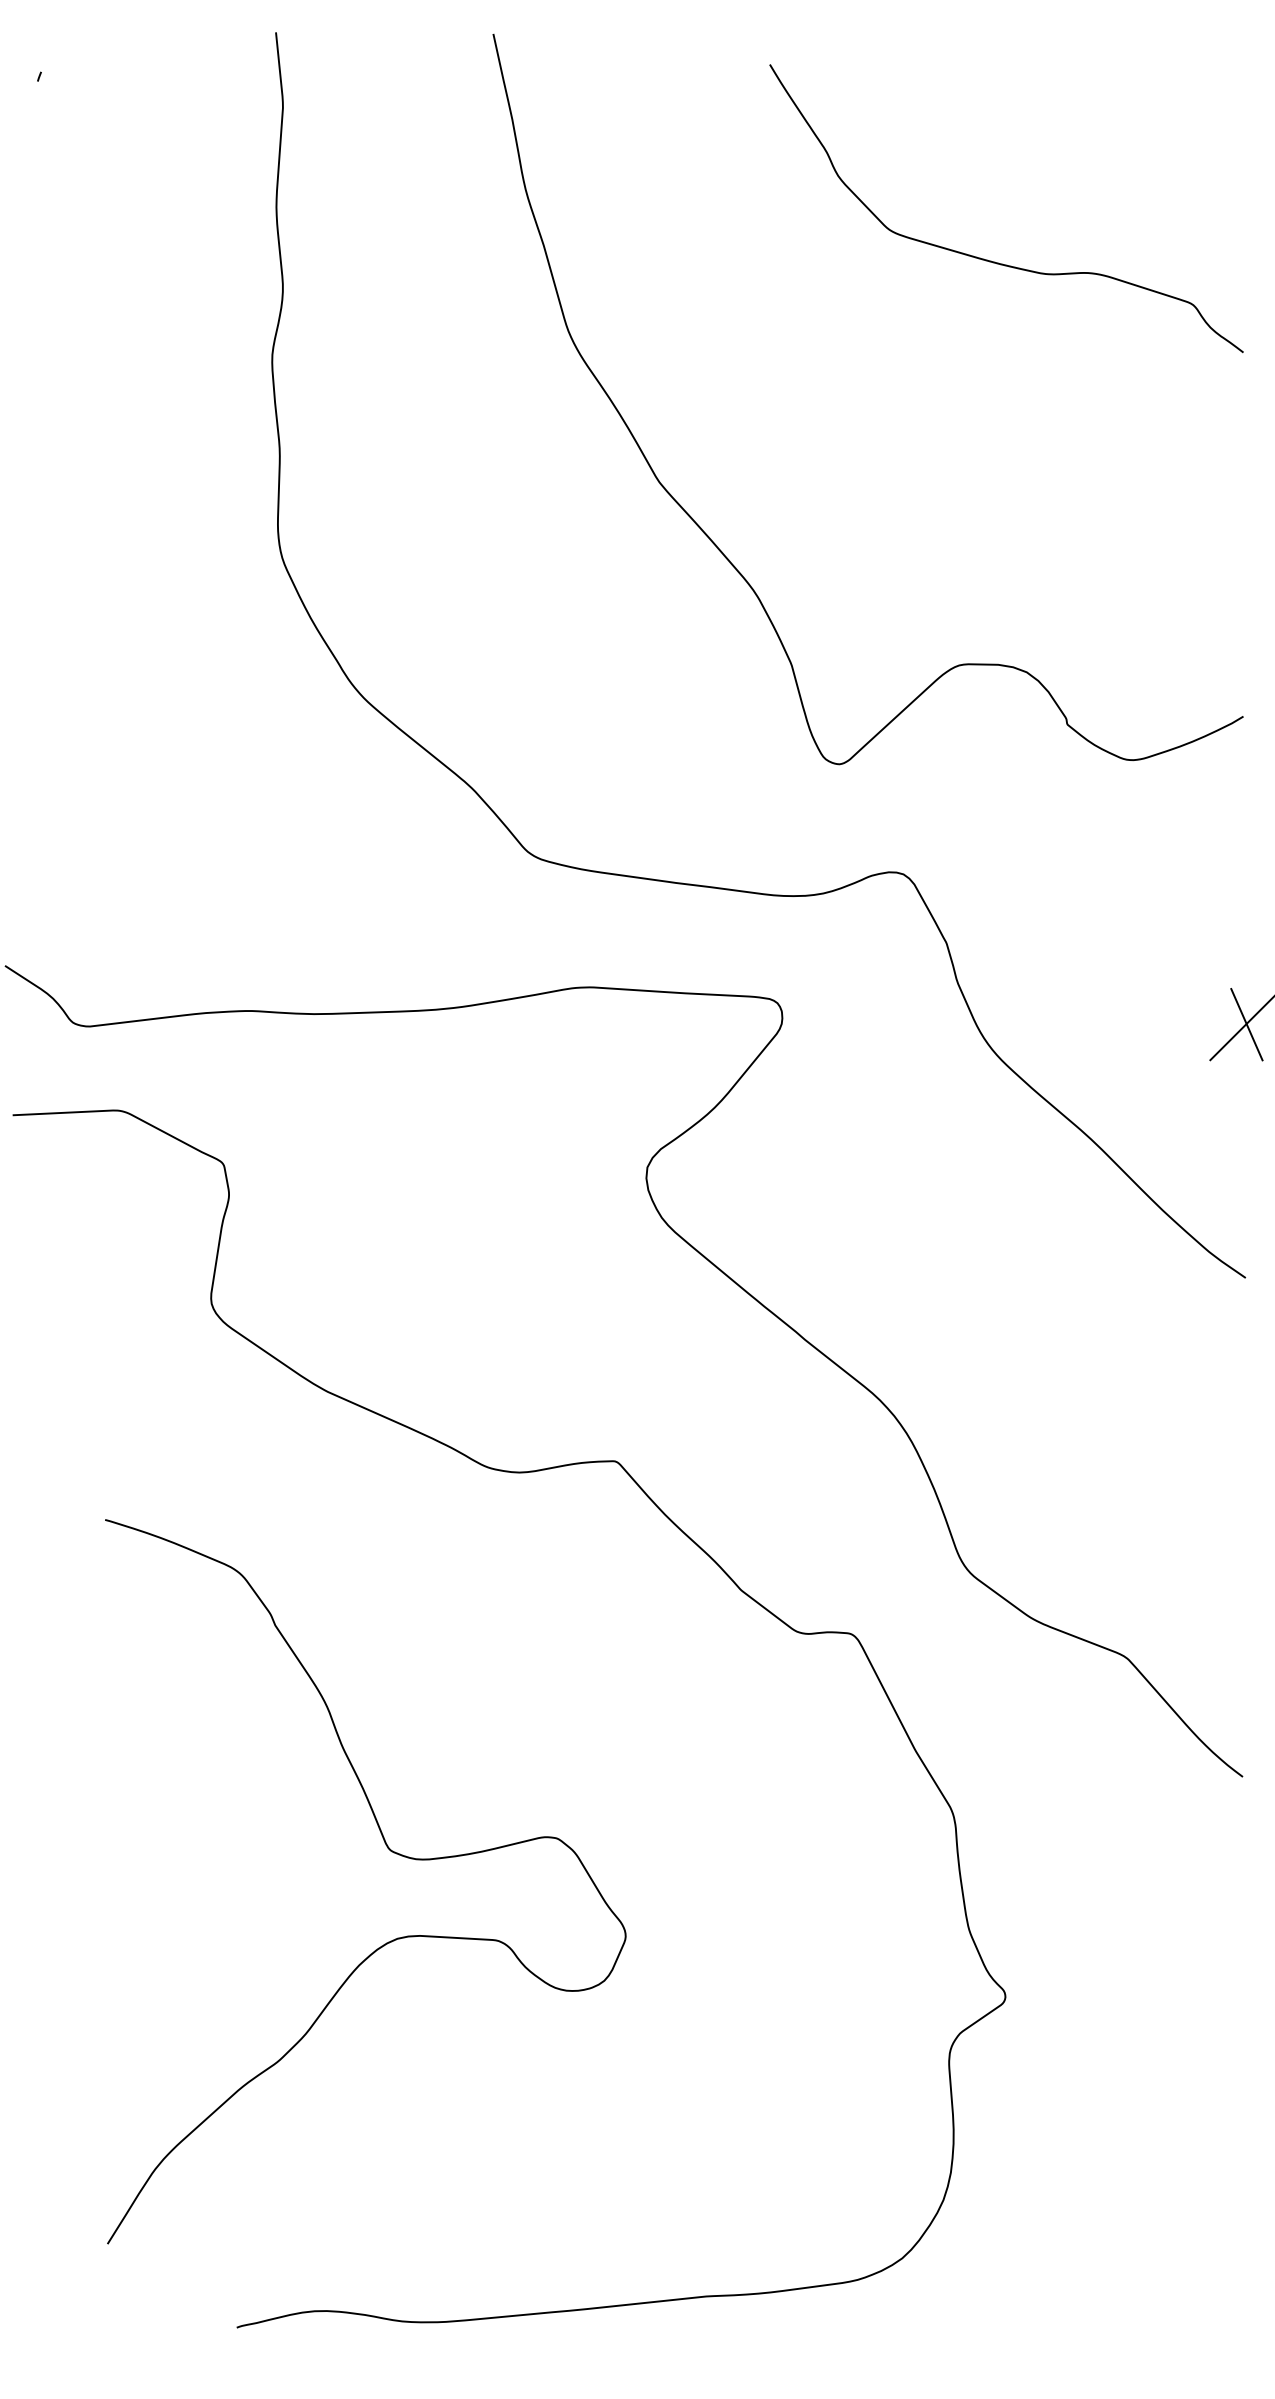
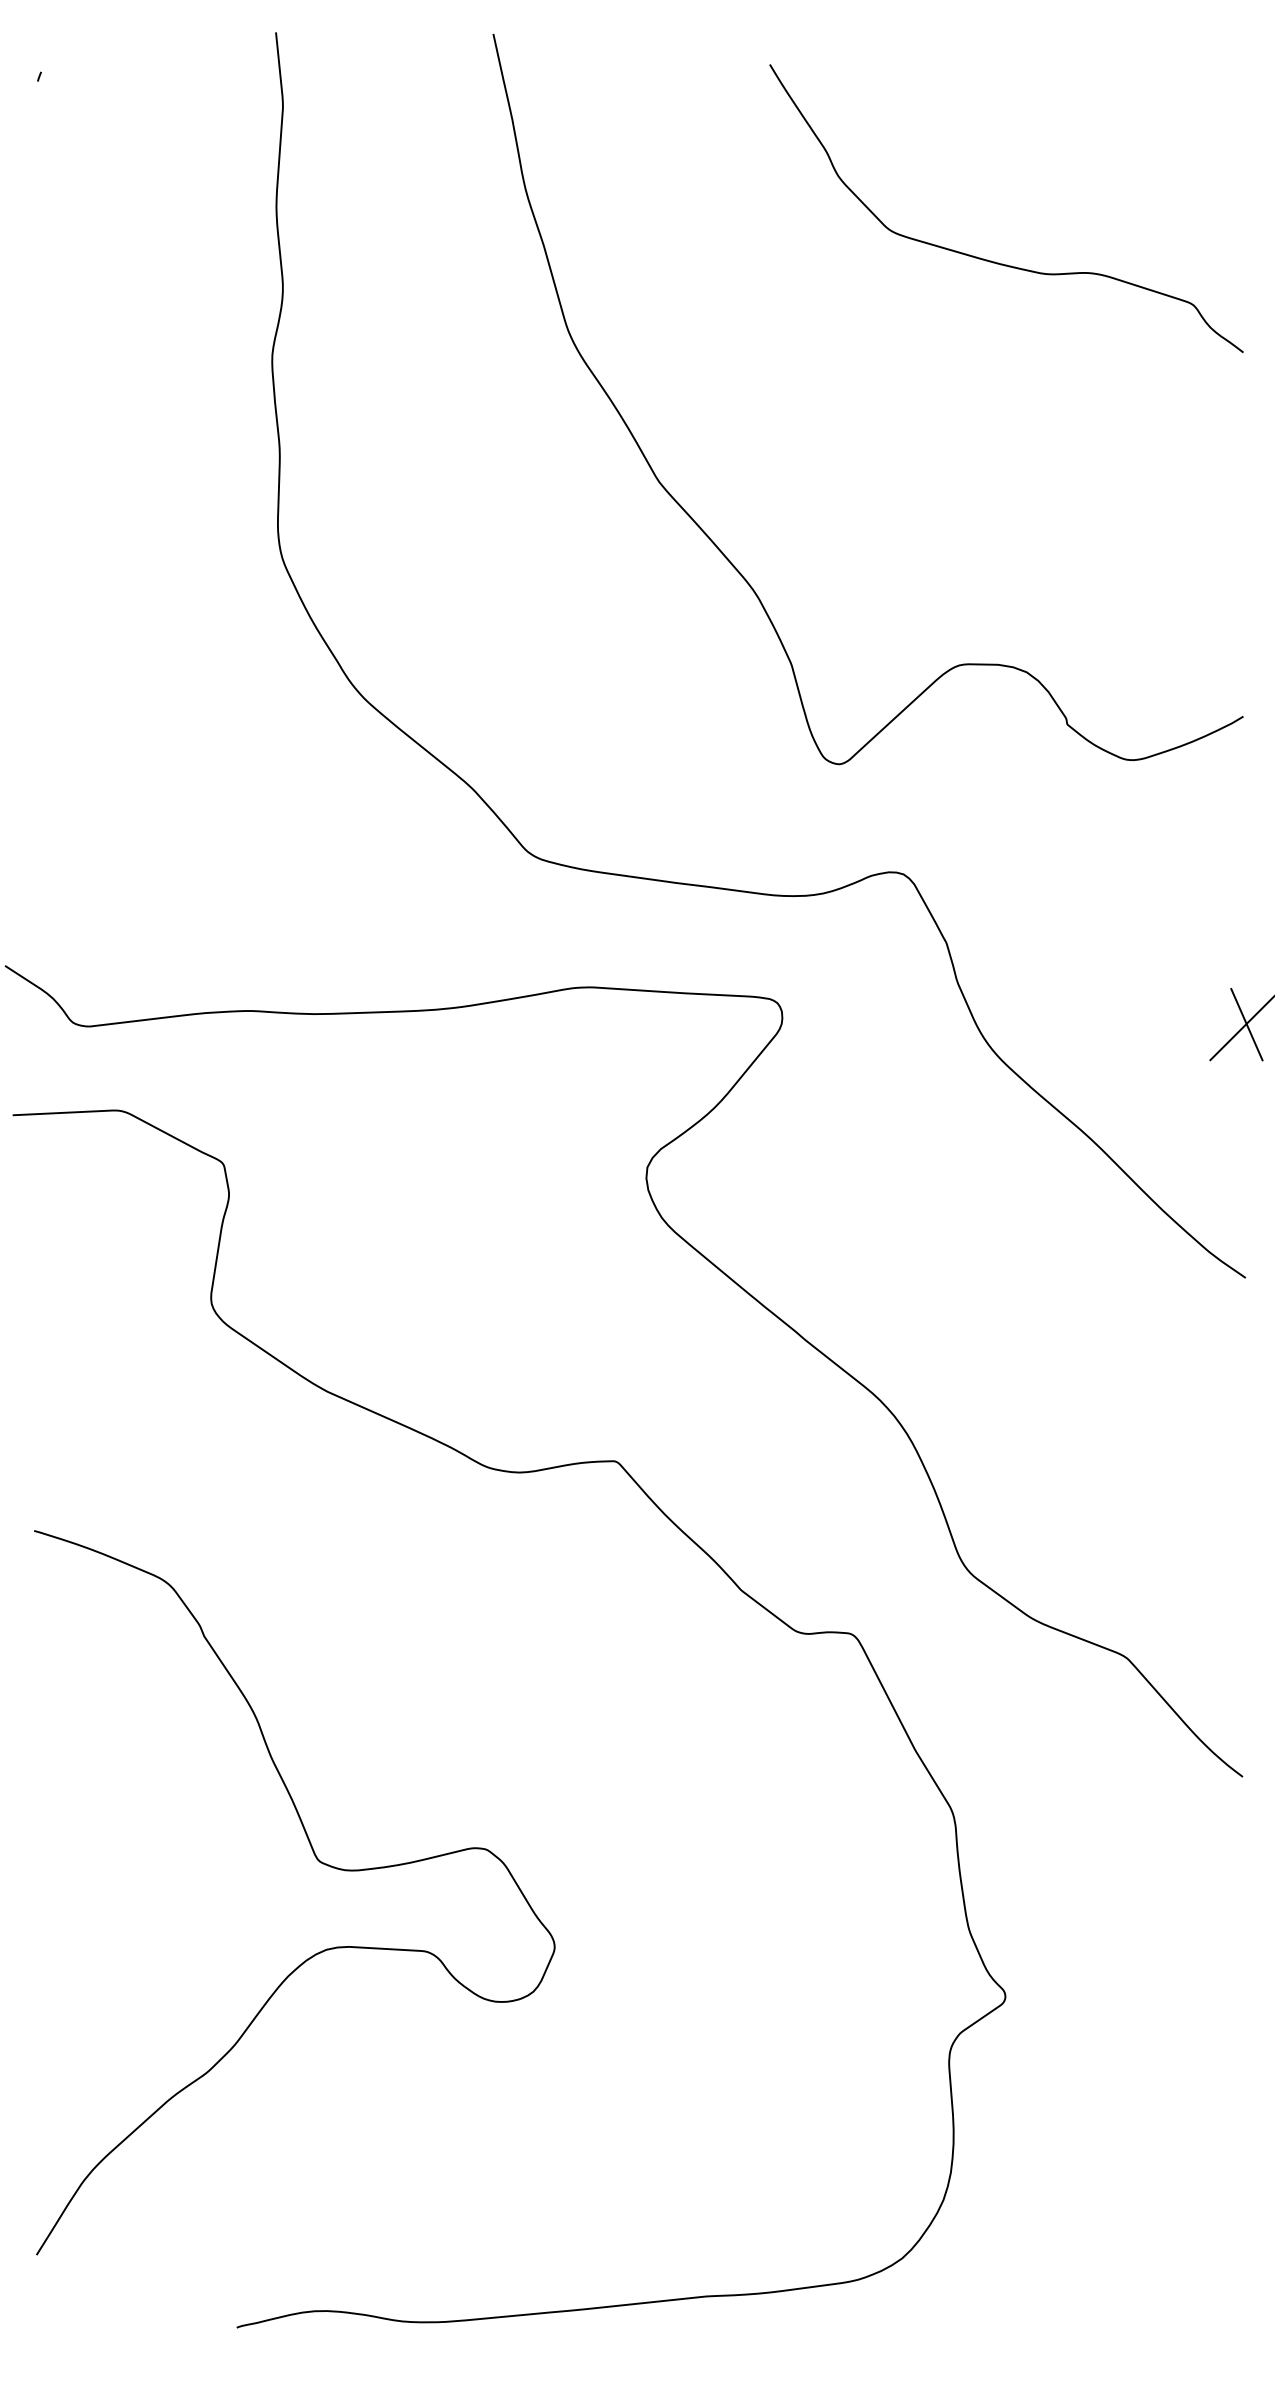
curve at (390, 1851) position: (390, 1851) -> (319, 1862)
